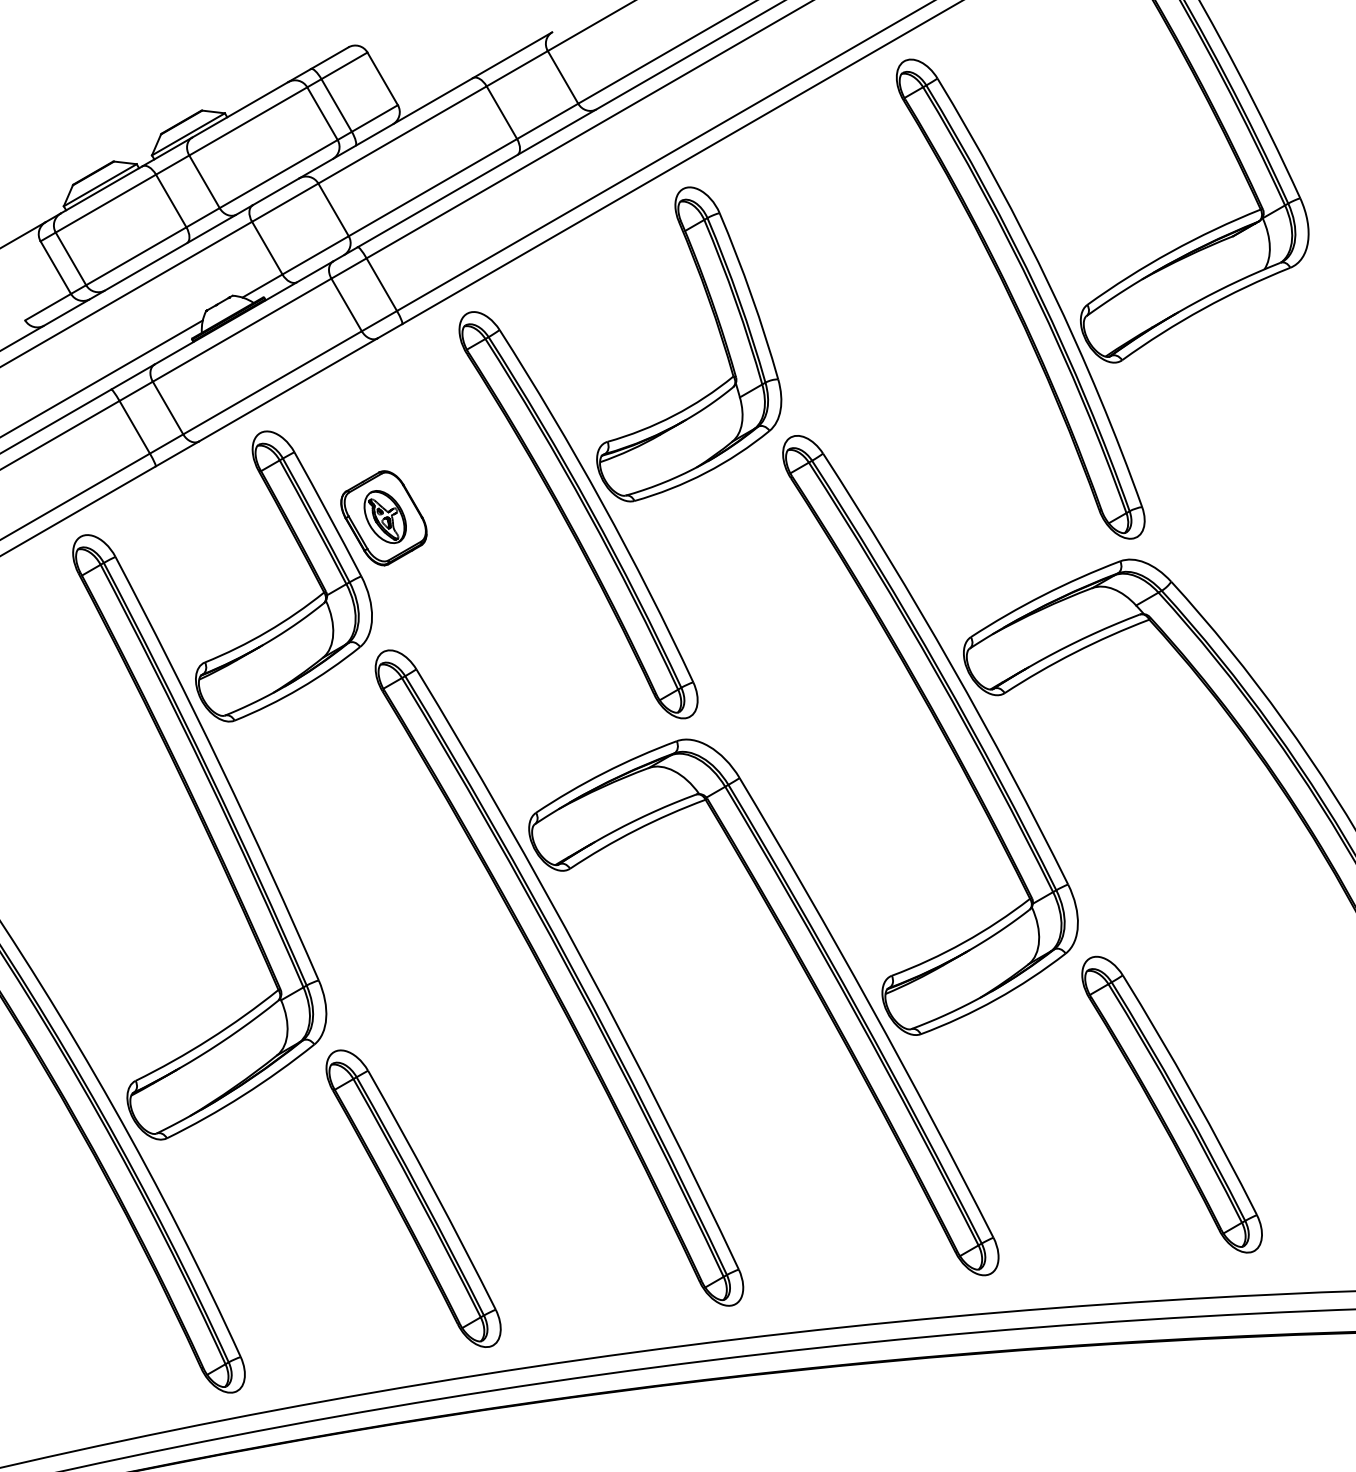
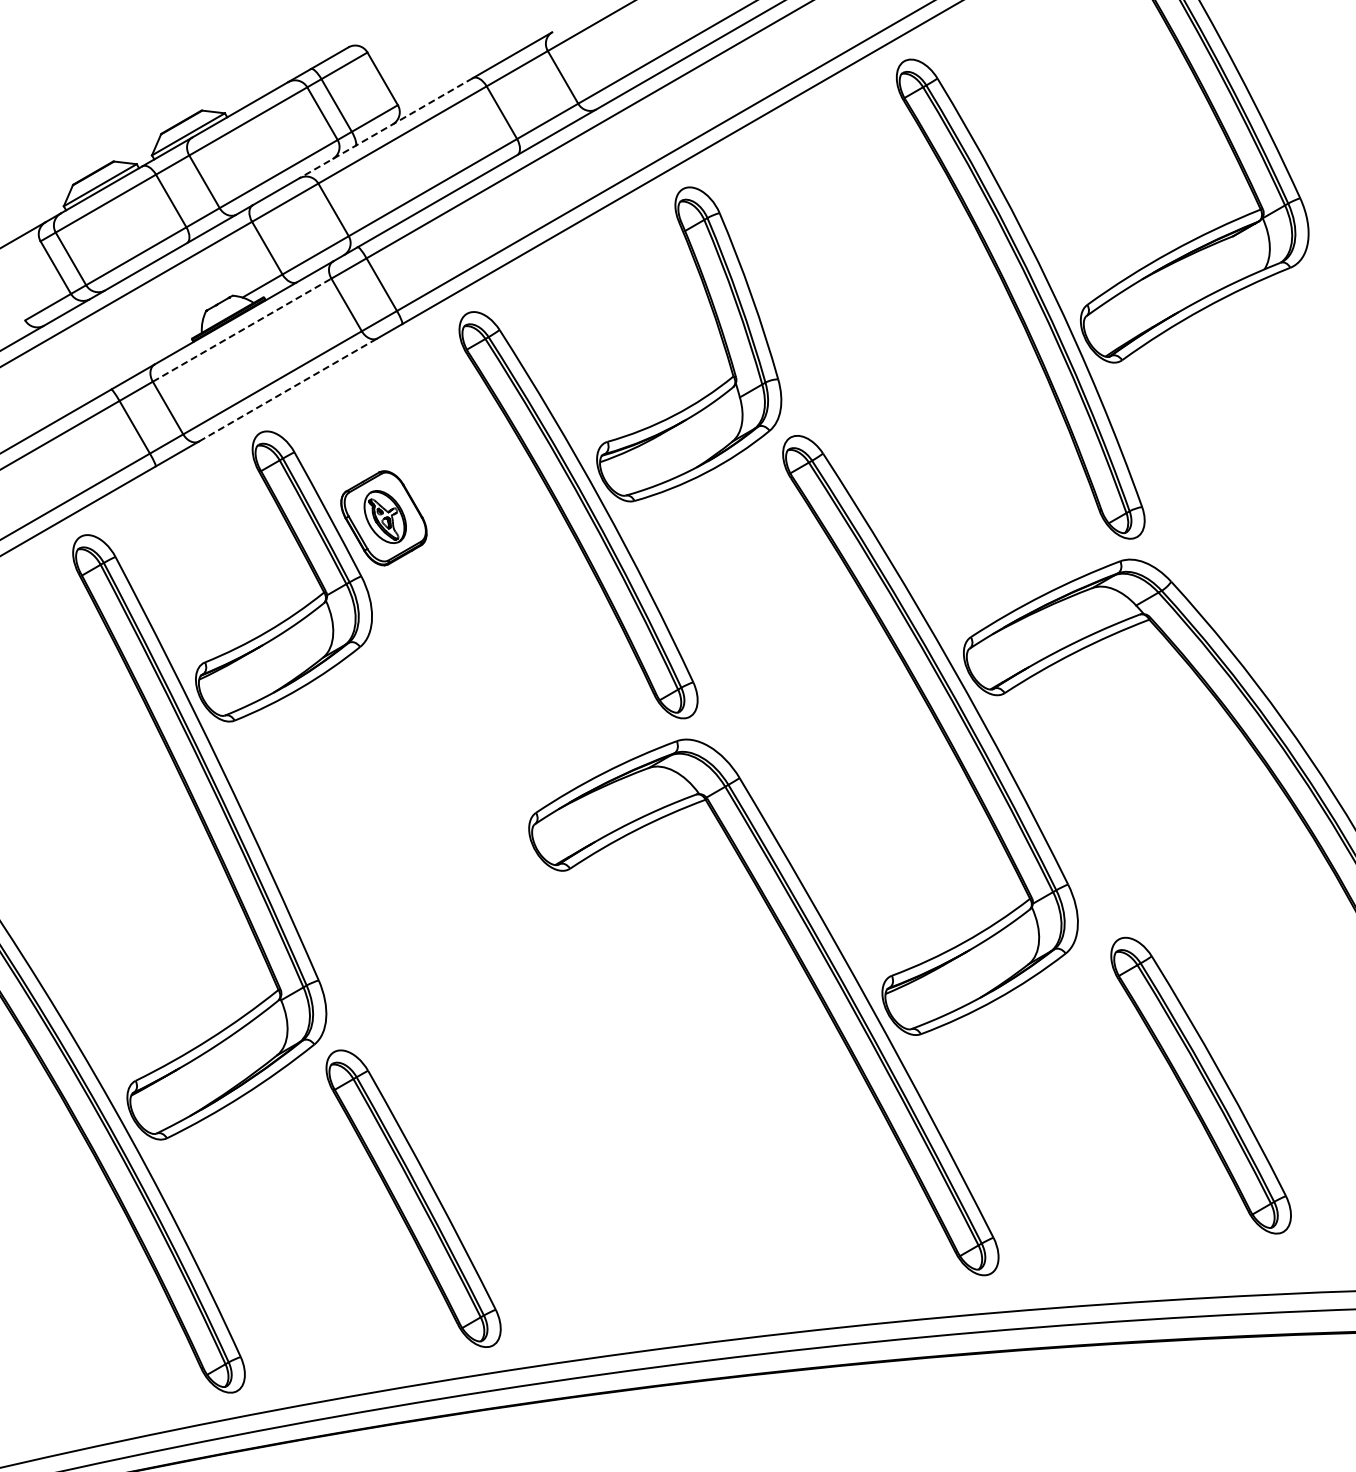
line at (385, 128): solid -> dashed
line at (242, 329): solid -> dashed
line at (102, 377): present -> none
line at (288, 389): solid -> dashed
part at (559, 977): present -> none
part at (1171, 1104) position: (1171, 1104) -> (1200, 1085)
